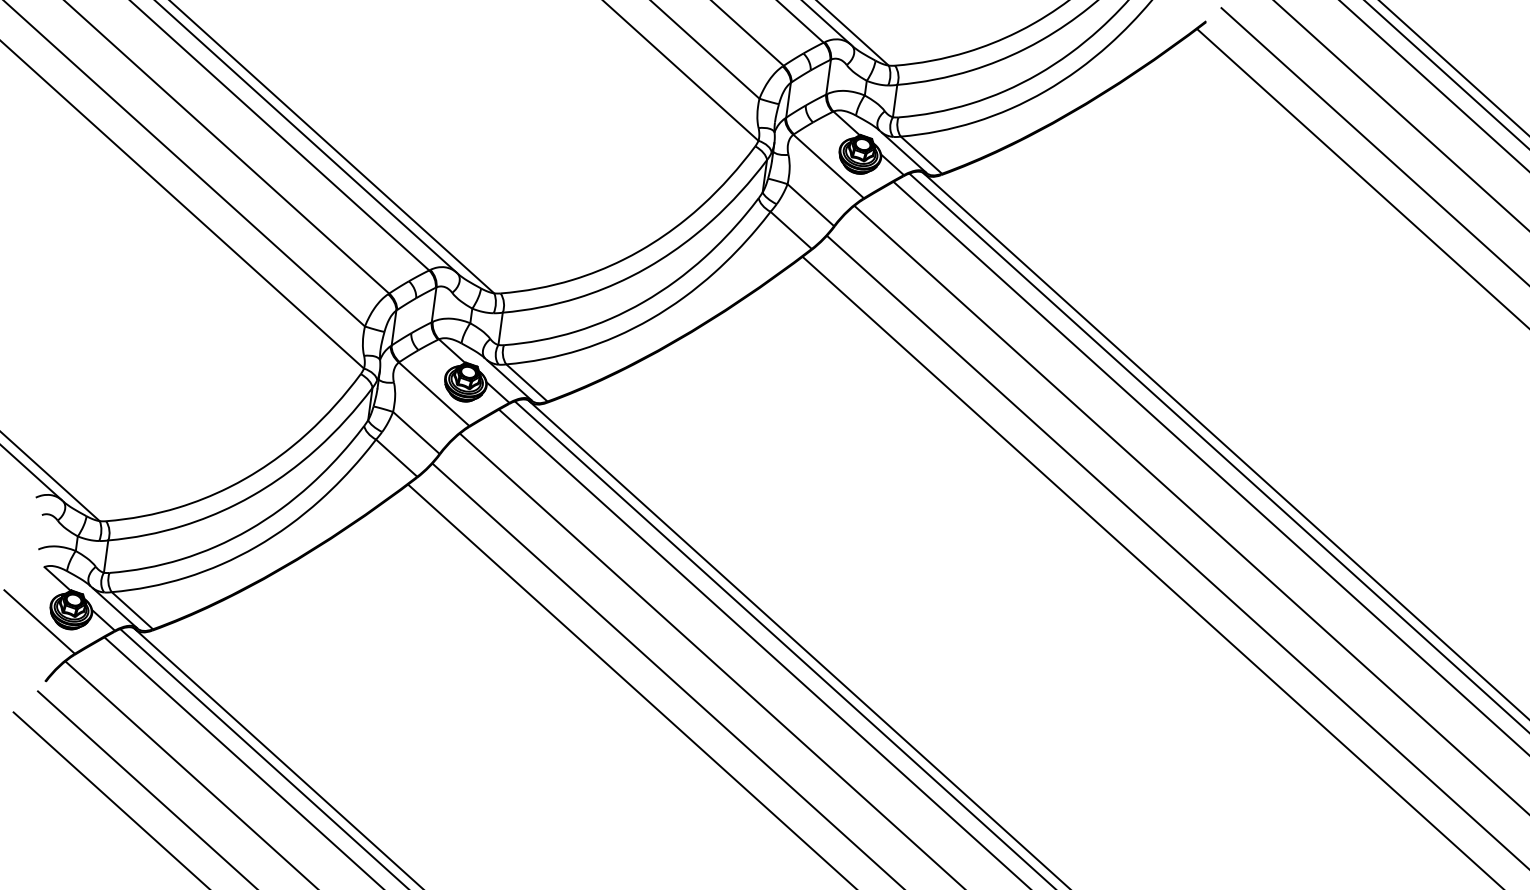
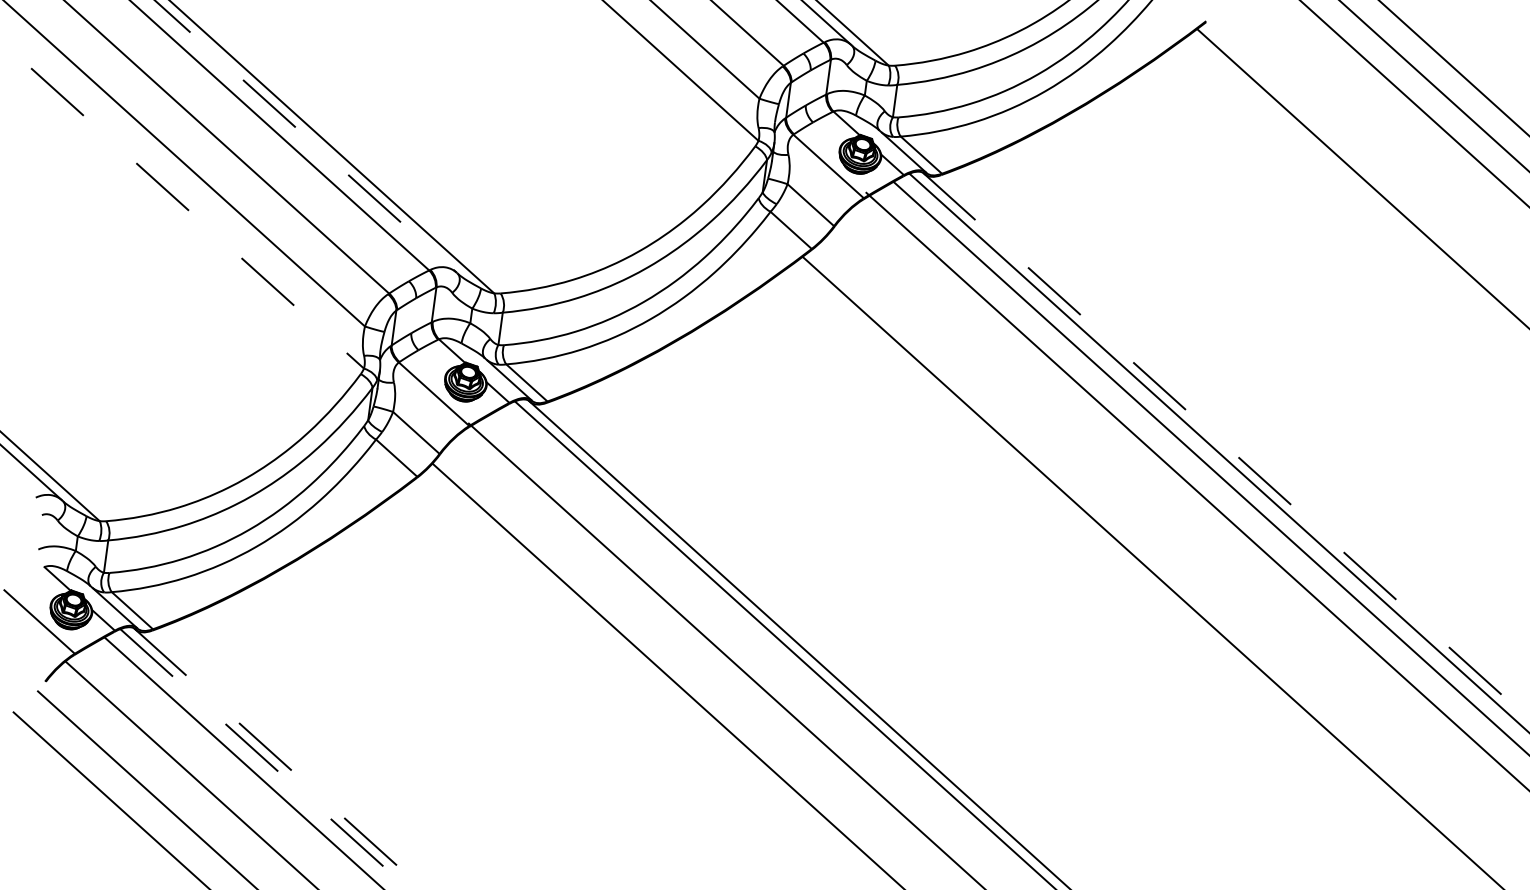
line at (1446, 74): present -> none
line at (1400, 115) position: (1400, 115) -> (1414, 103)
line at (306, 136): solid -> dashed
line at (1373, 145): present -> none
line at (182, 204): solid -> dashed
line at (1226, 446): solid -> dashed
line at (1190, 508) position: (1190, 508) -> (1196, 490)
line at (1176, 551): present -> none
line at (763, 647): present -> none
line at (710, 659) position: (710, 659) -> (725, 654)
line at (630, 685): present -> none
line at (265, 759): solid -> dashed
line at (279, 759): solid -> dashed
